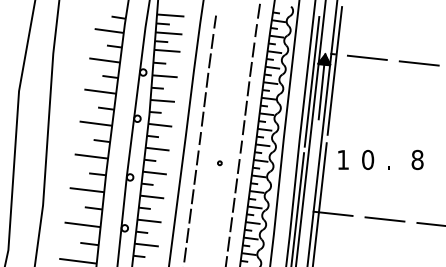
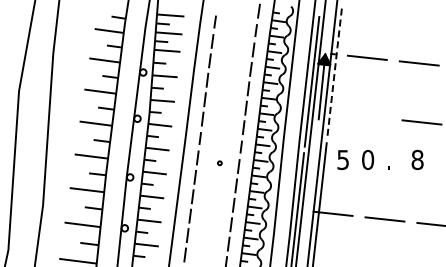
line at (334, 69): solid -> dashed
line at (421, 122): none -> present
text at (342, 160): 1 -> 5
